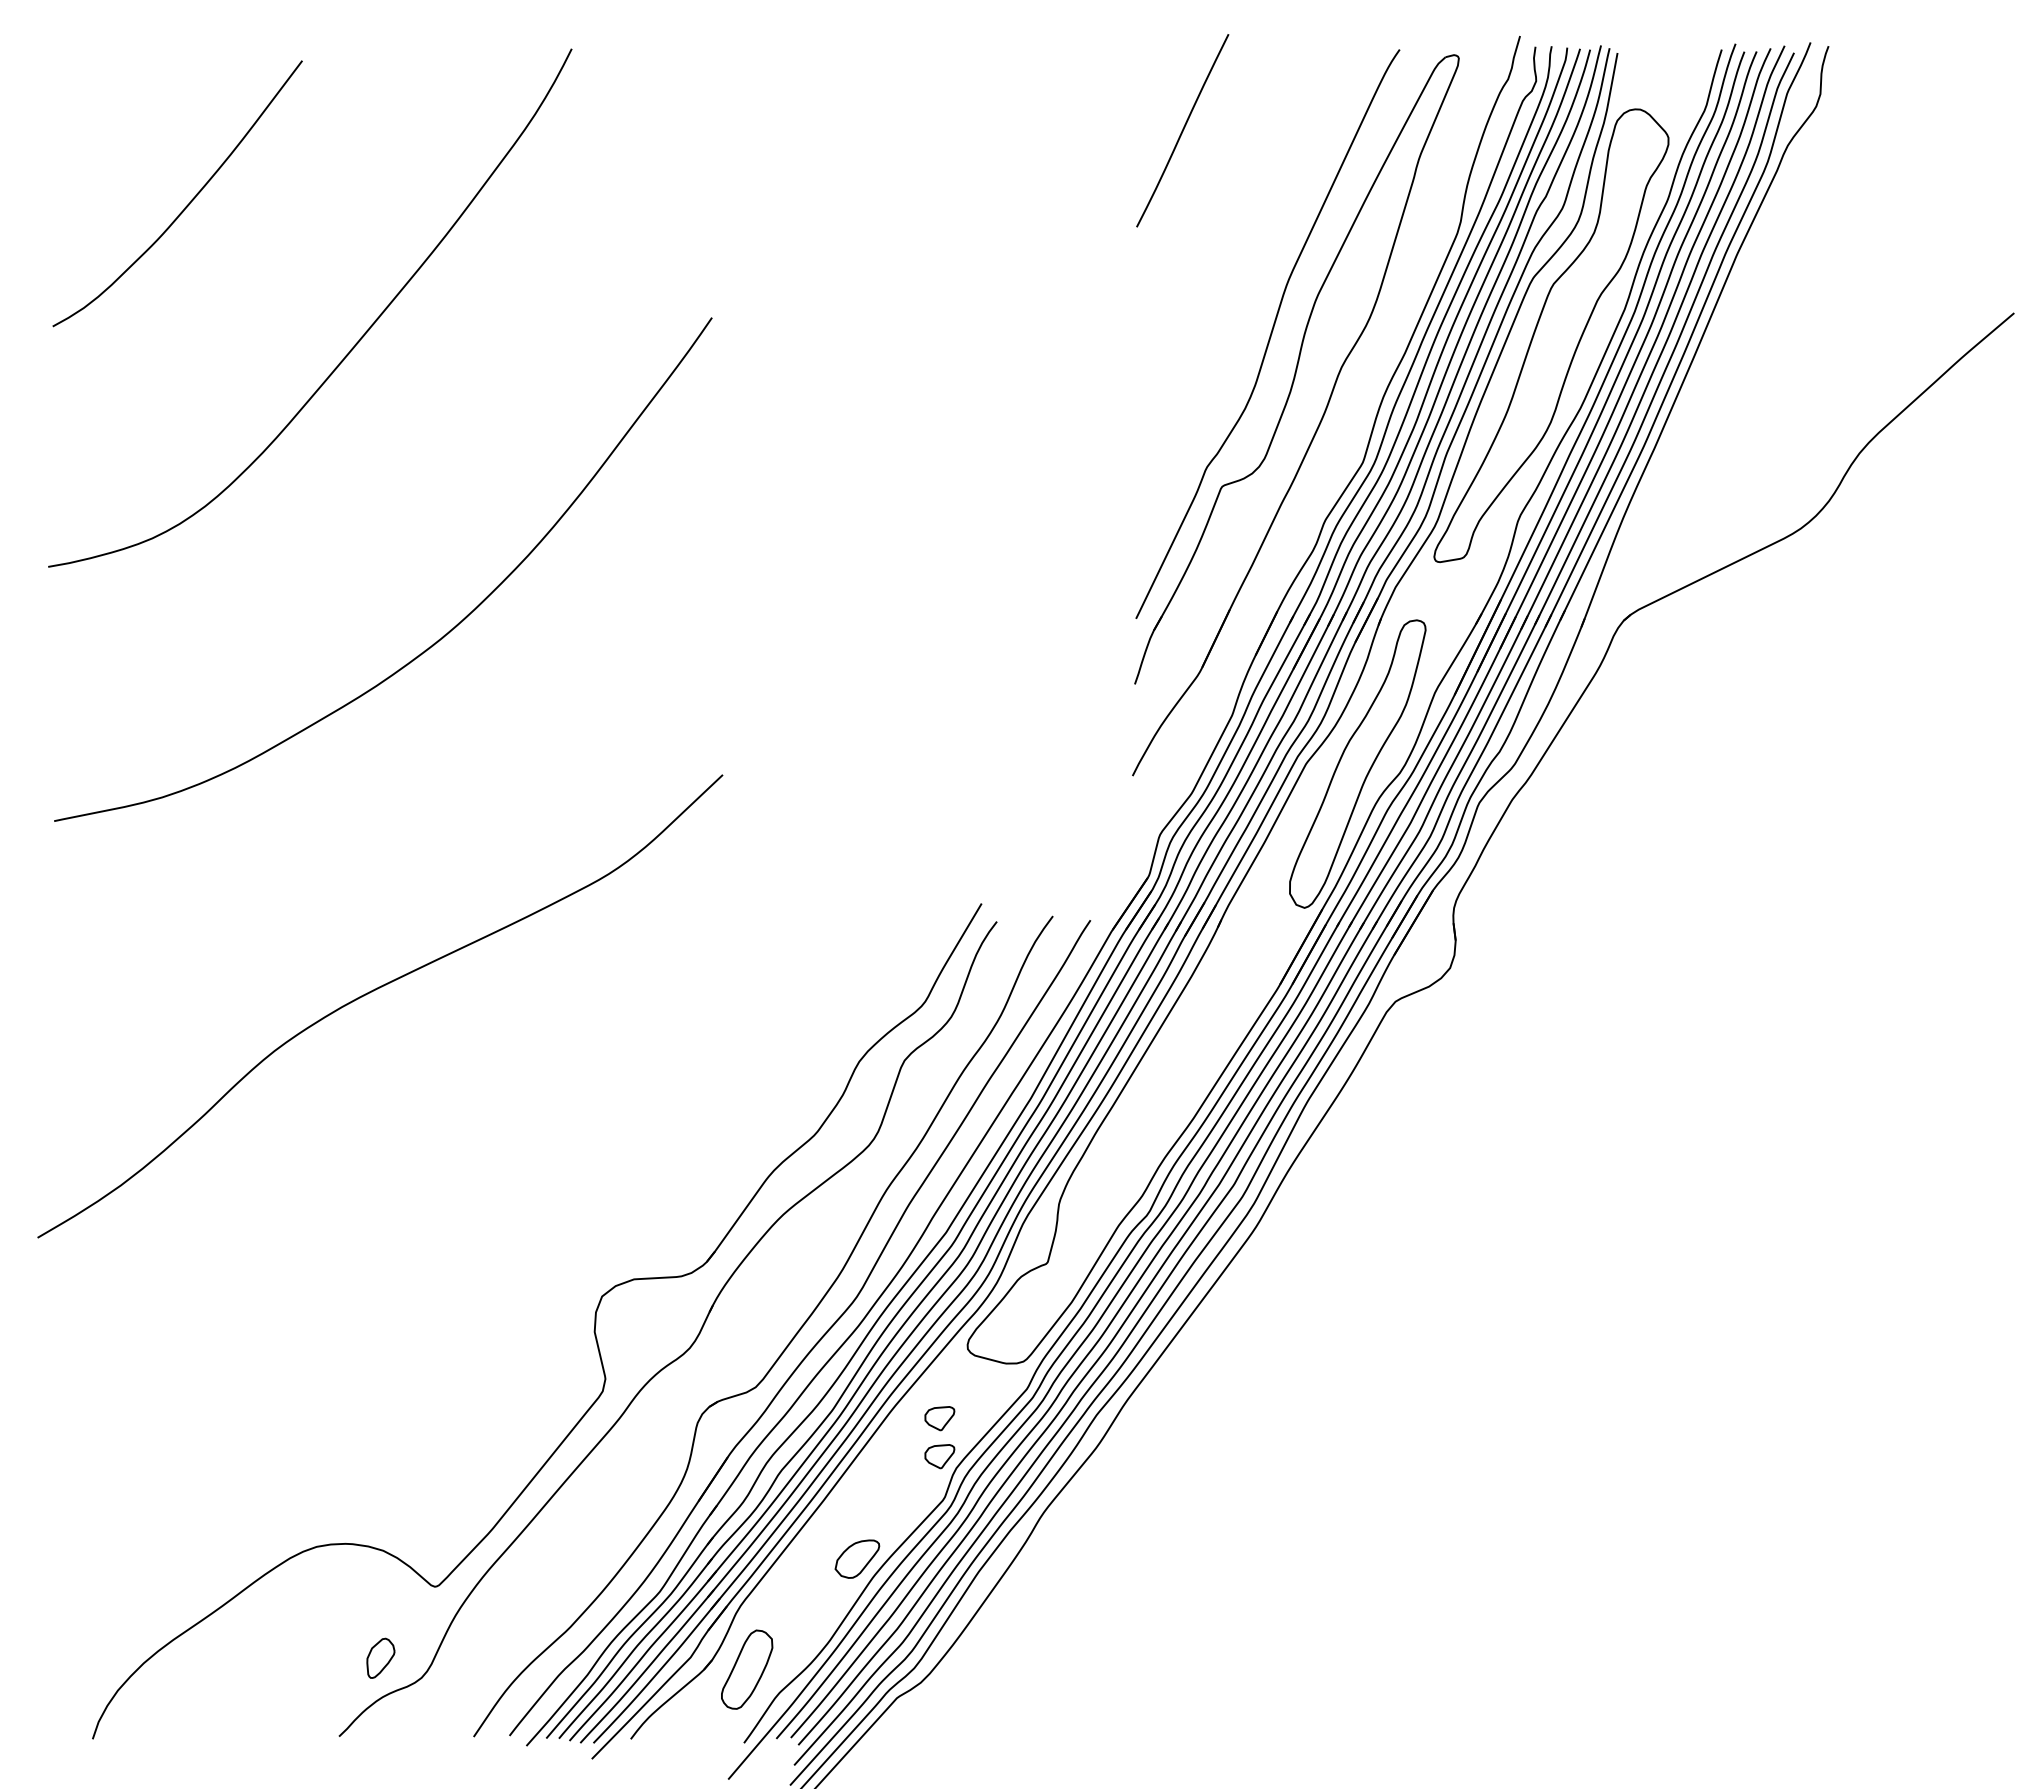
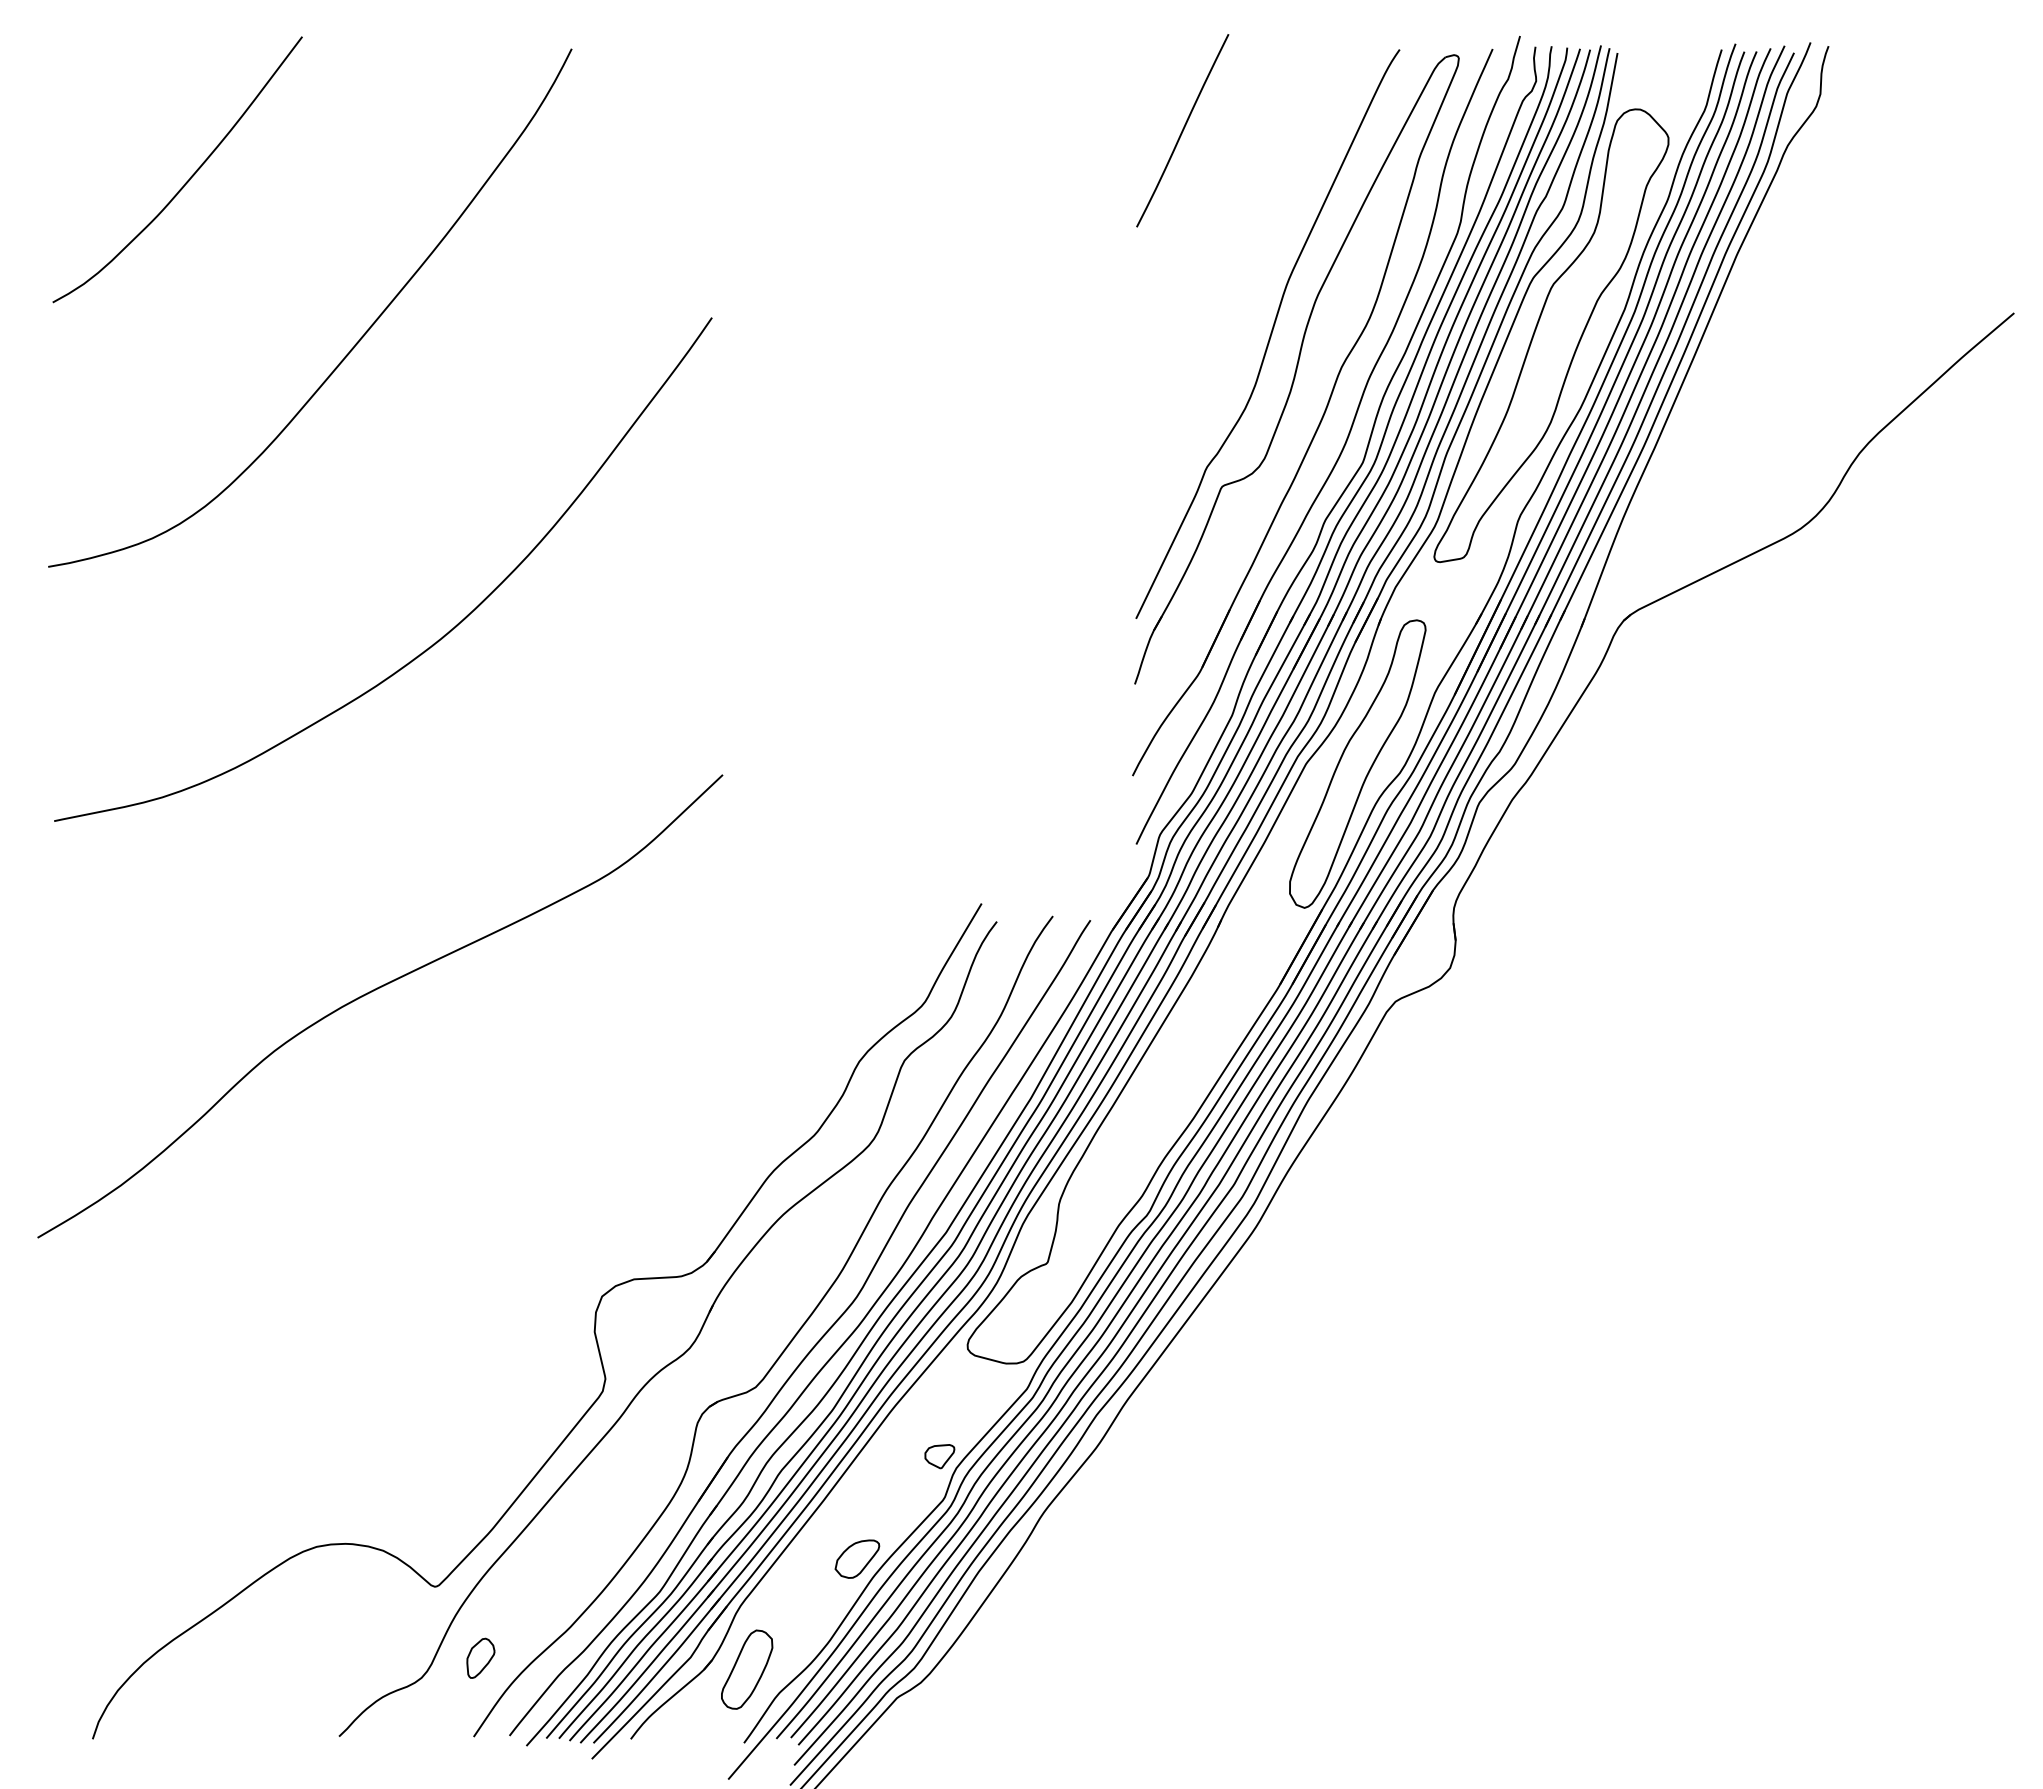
curve at (190, 200) position: (190, 200) -> (190, 176)
part at (1337, 458): none -> present
part at (939, 1418): present -> none
part at (380, 1657) position: (380, 1657) -> (480, 1657)
